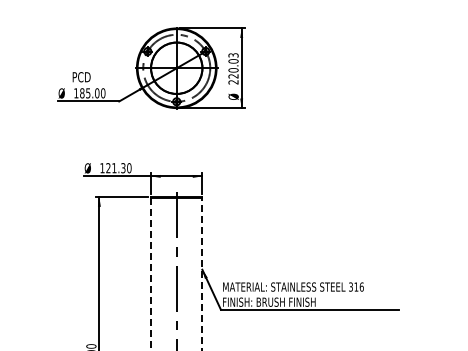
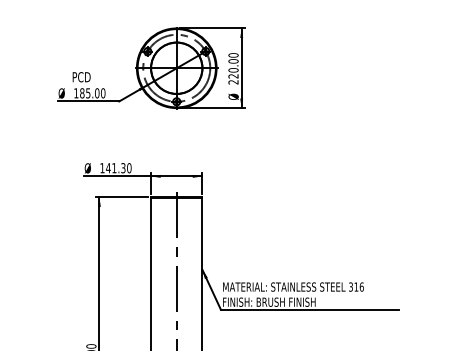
text at (233, 55): 220.03 -> 220.00
text at (108, 168): 121.30 -> 141.30
line at (202, 273): dashed -> solid
line at (151, 274): dashed -> solid
